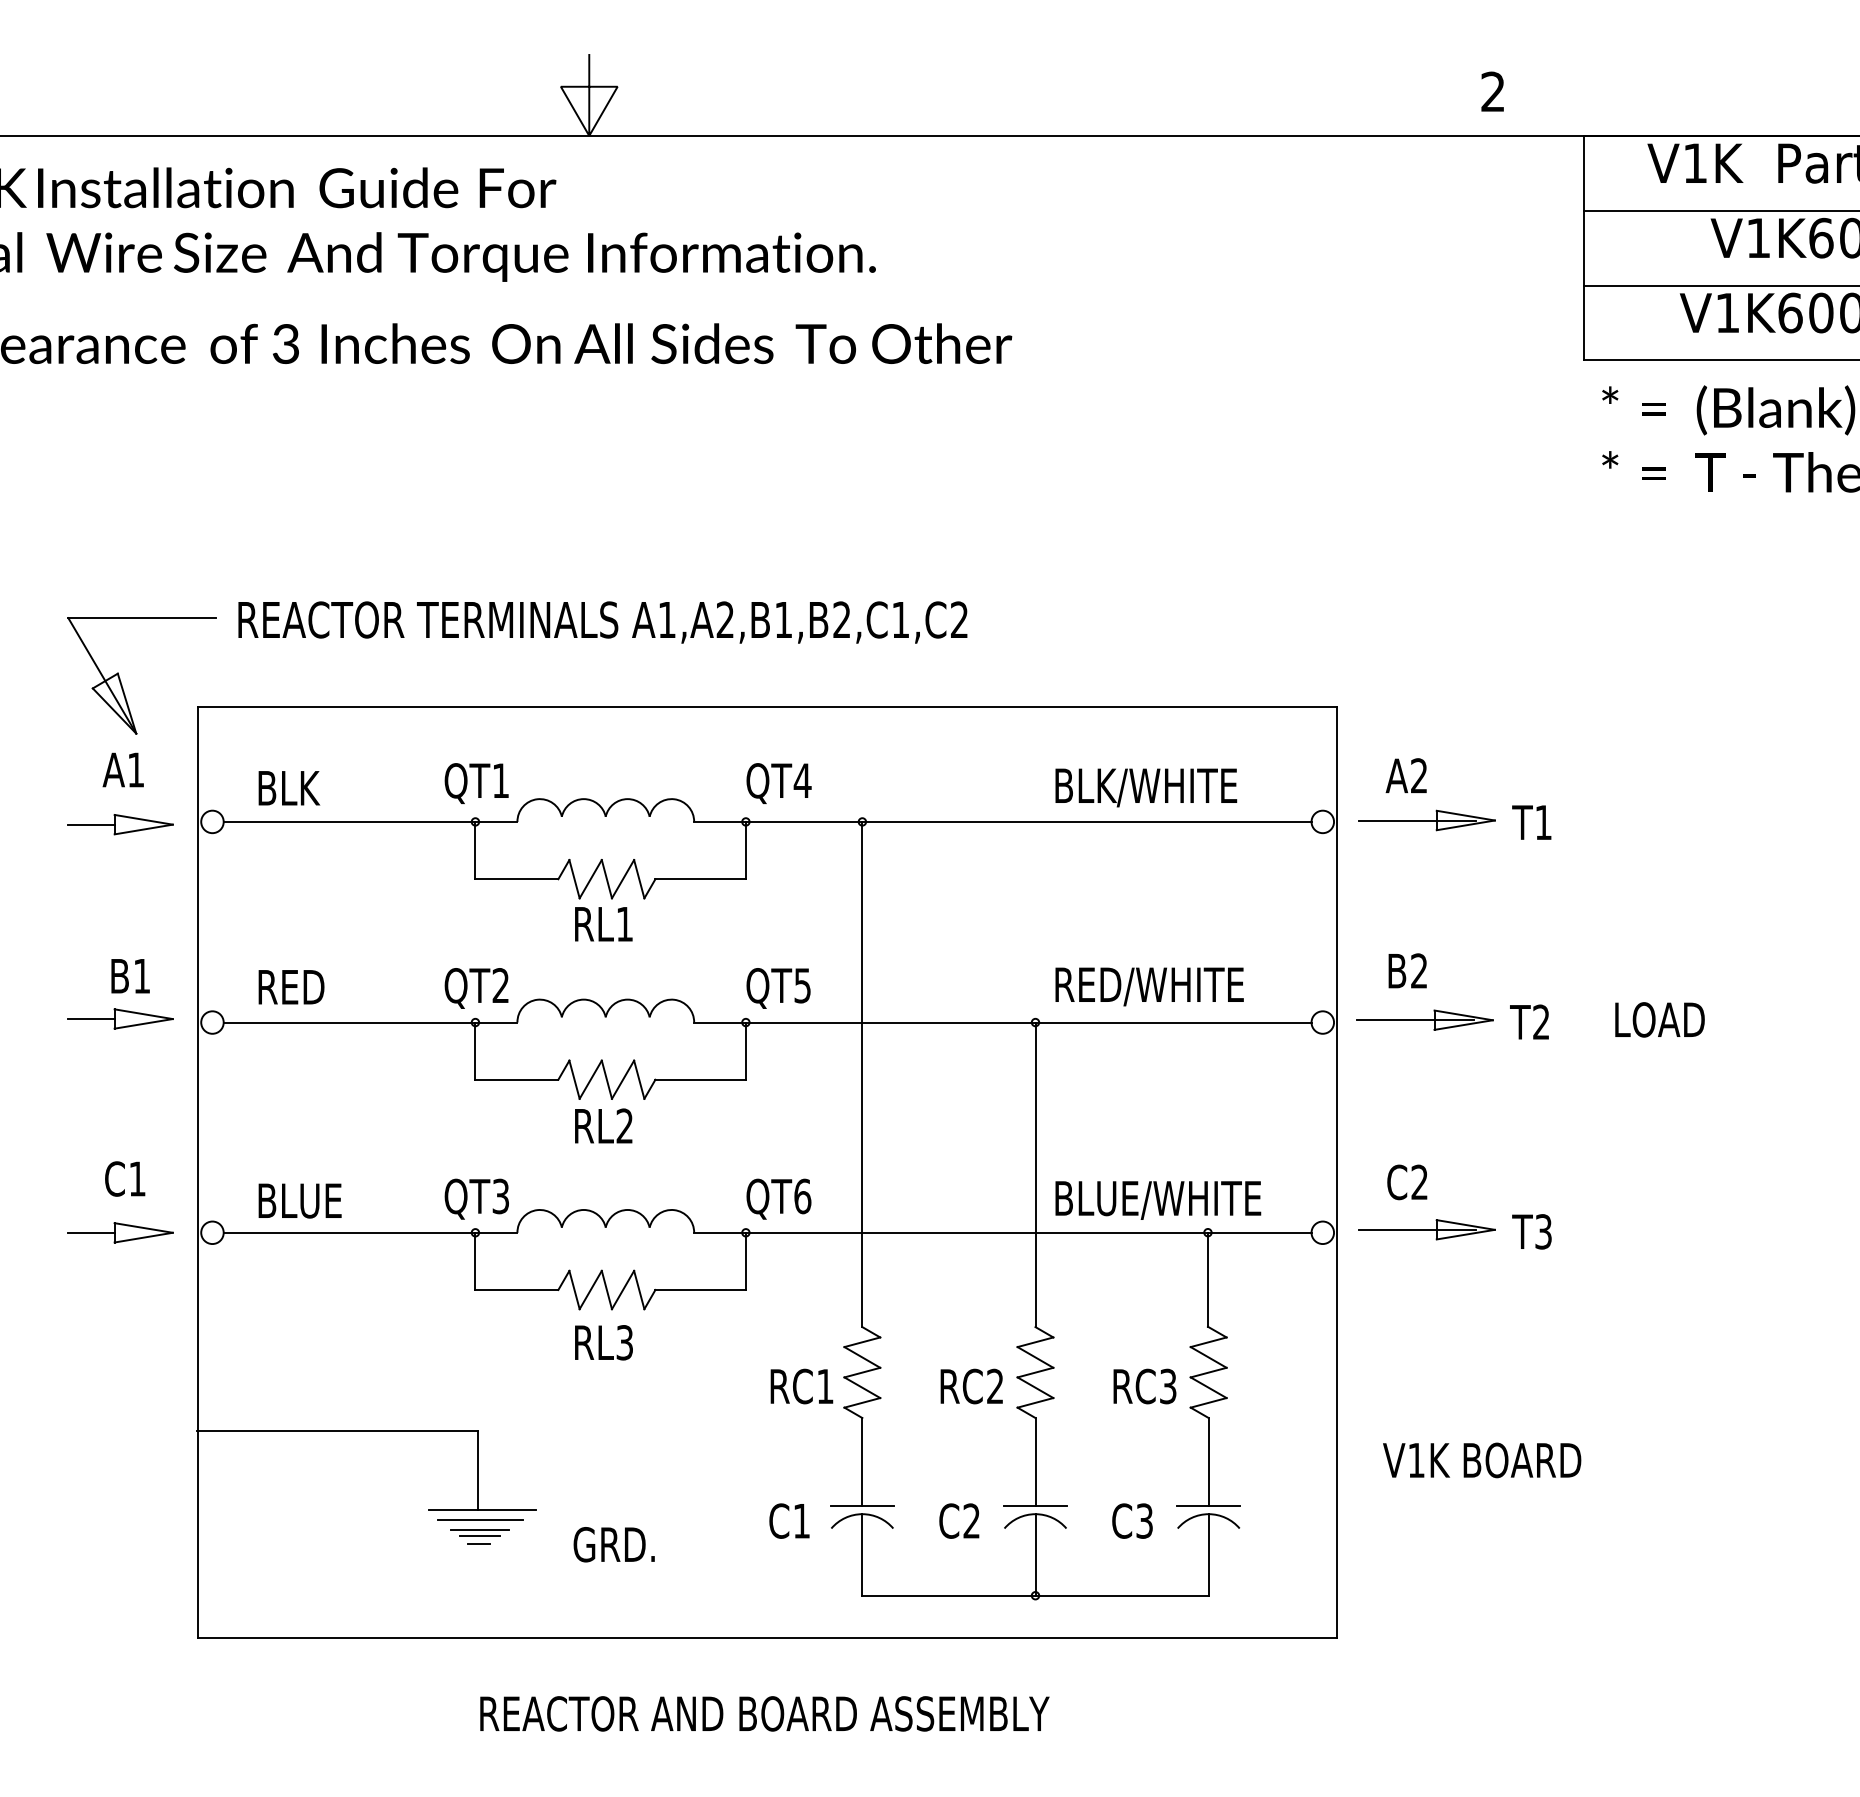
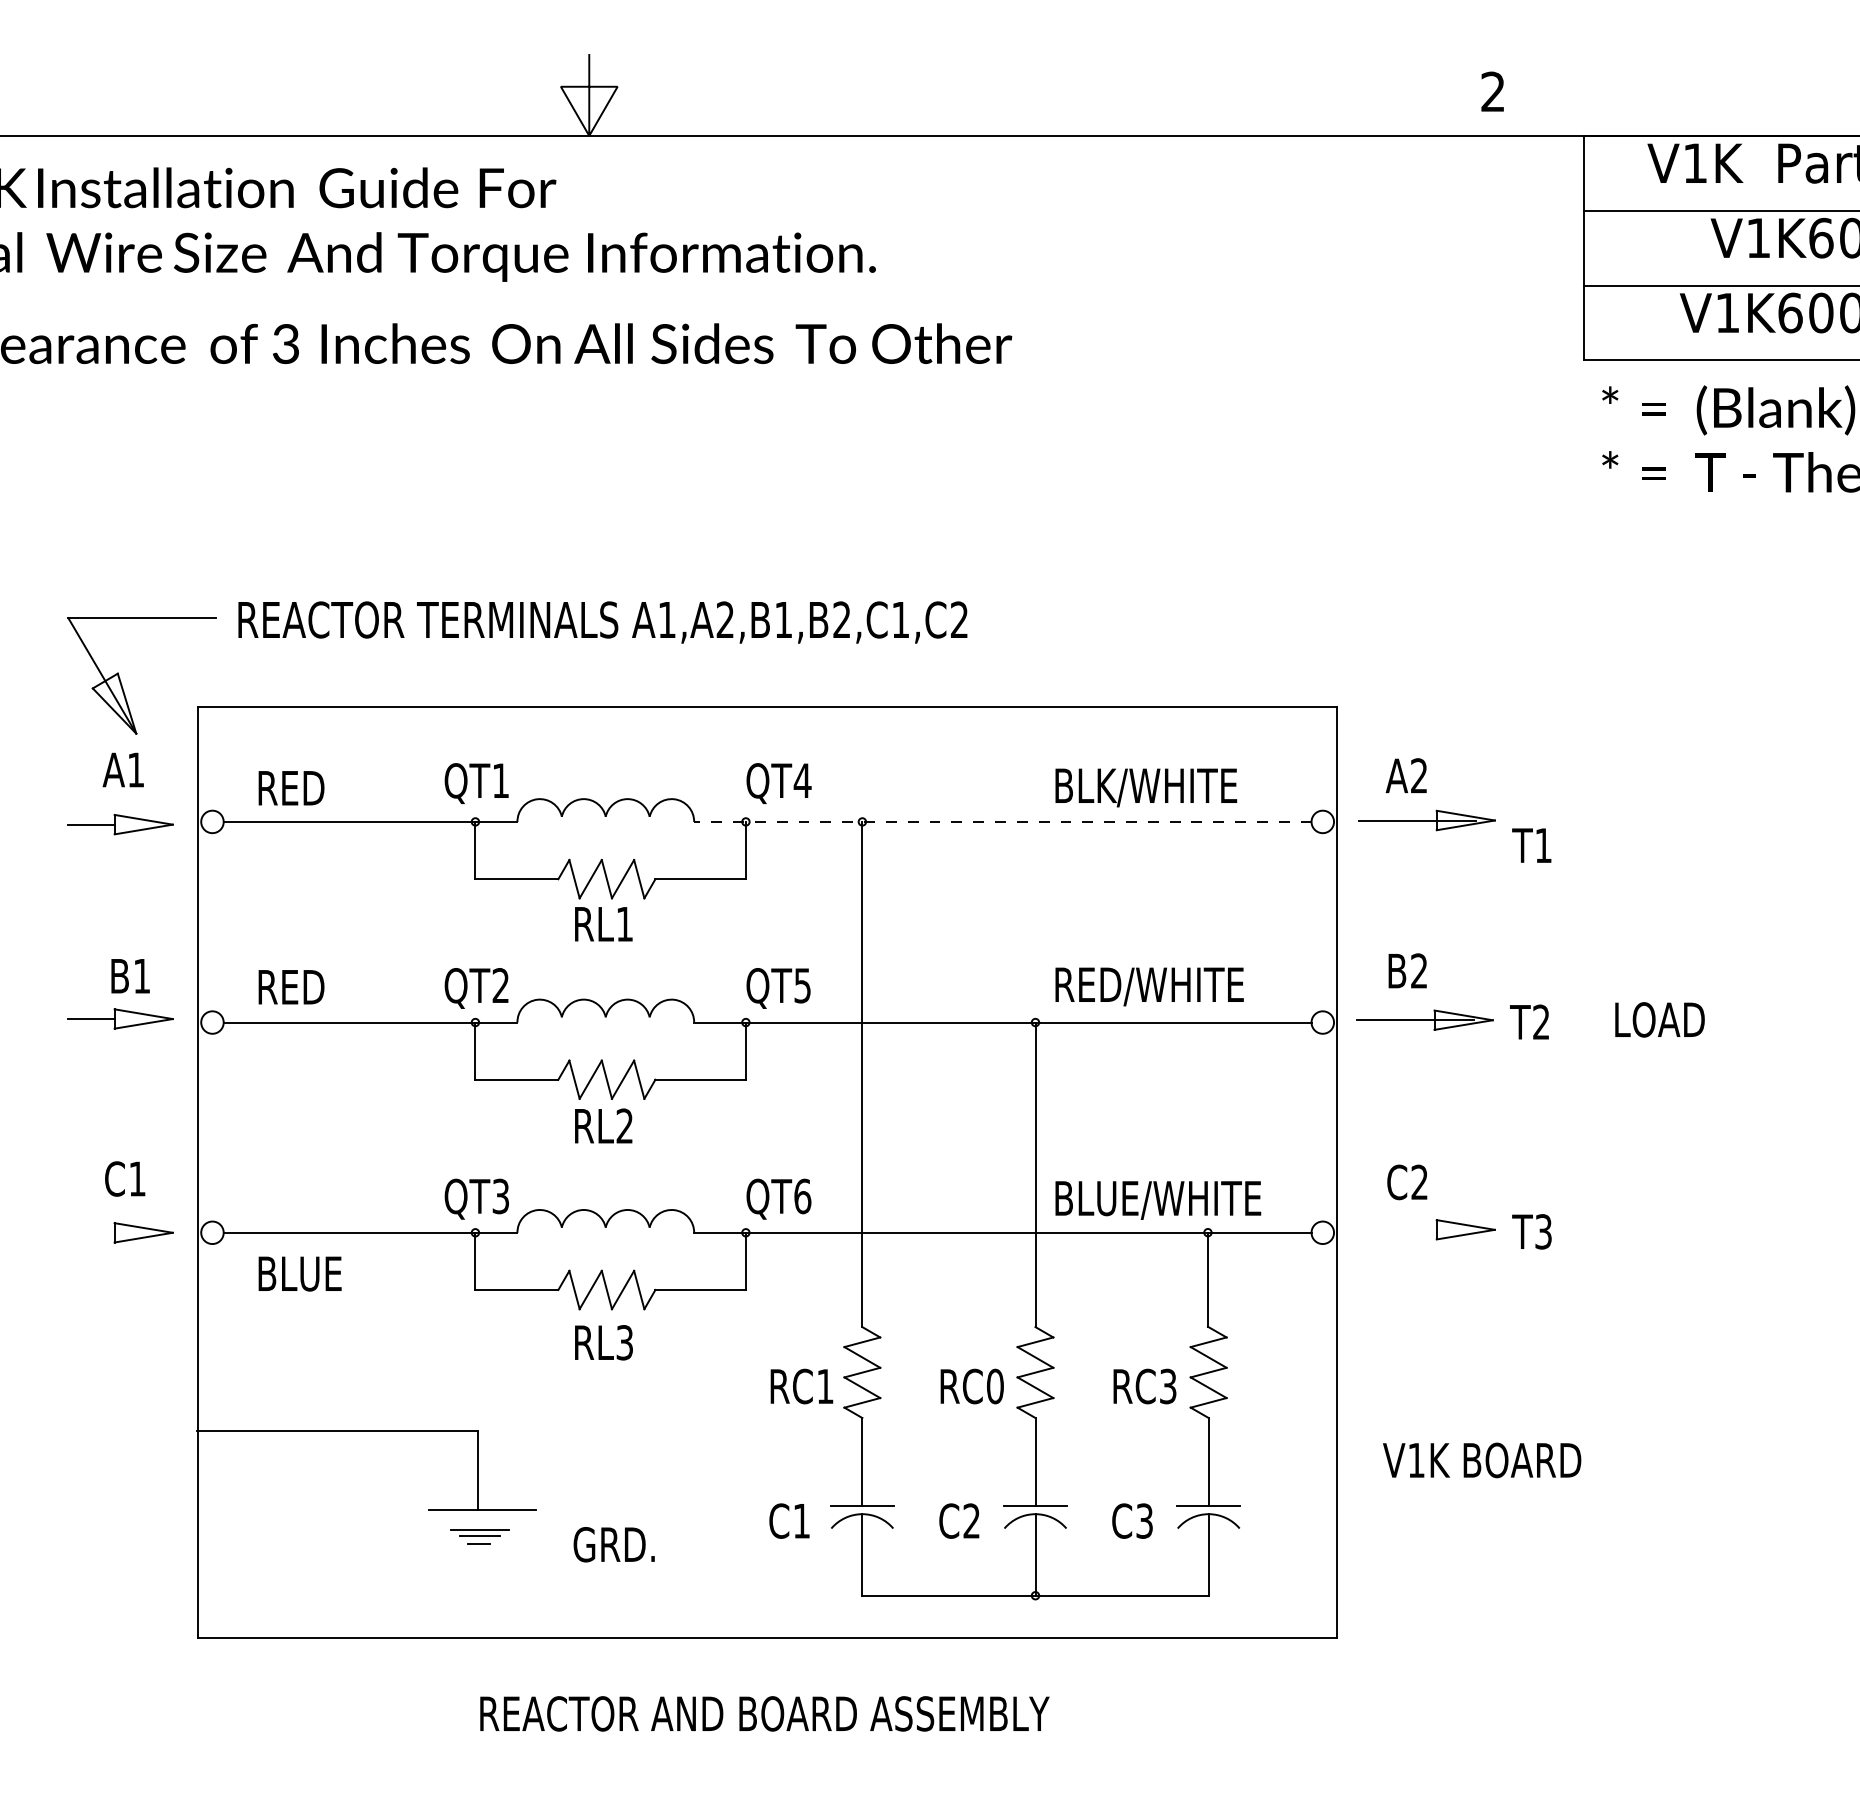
text at (293, 788): BLK -> RED
line at (1002, 821): solid -> dashed
text at (1531, 822) position: (1531, 822) -> (1531, 845)
text at (299, 1200) position: (299, 1200) -> (299, 1273)
line at (1417, 1229): present -> none
line at (91, 1232): present -> none
text at (995, 1386): RC2 -> RC0
line at (480, 1519): present -> none
